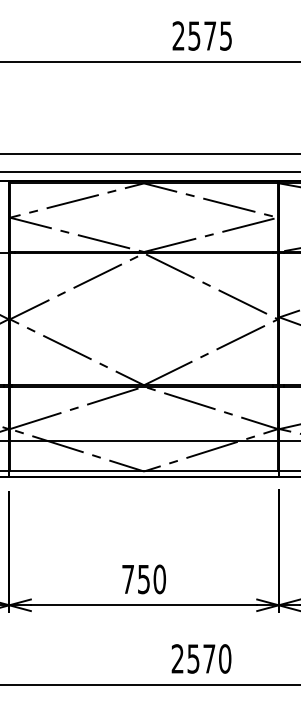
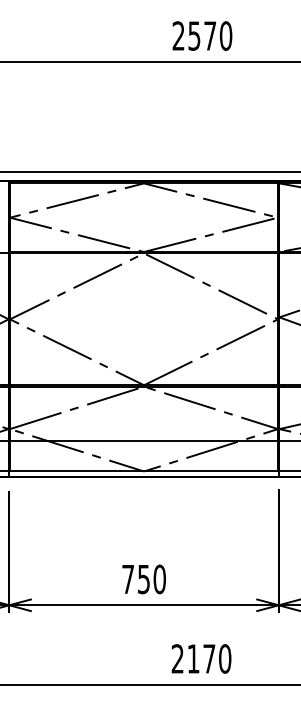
text at (225, 35): 2575 -> 2570
line at (149, 153): present -> none
text at (193, 658): 2570 -> 2170
